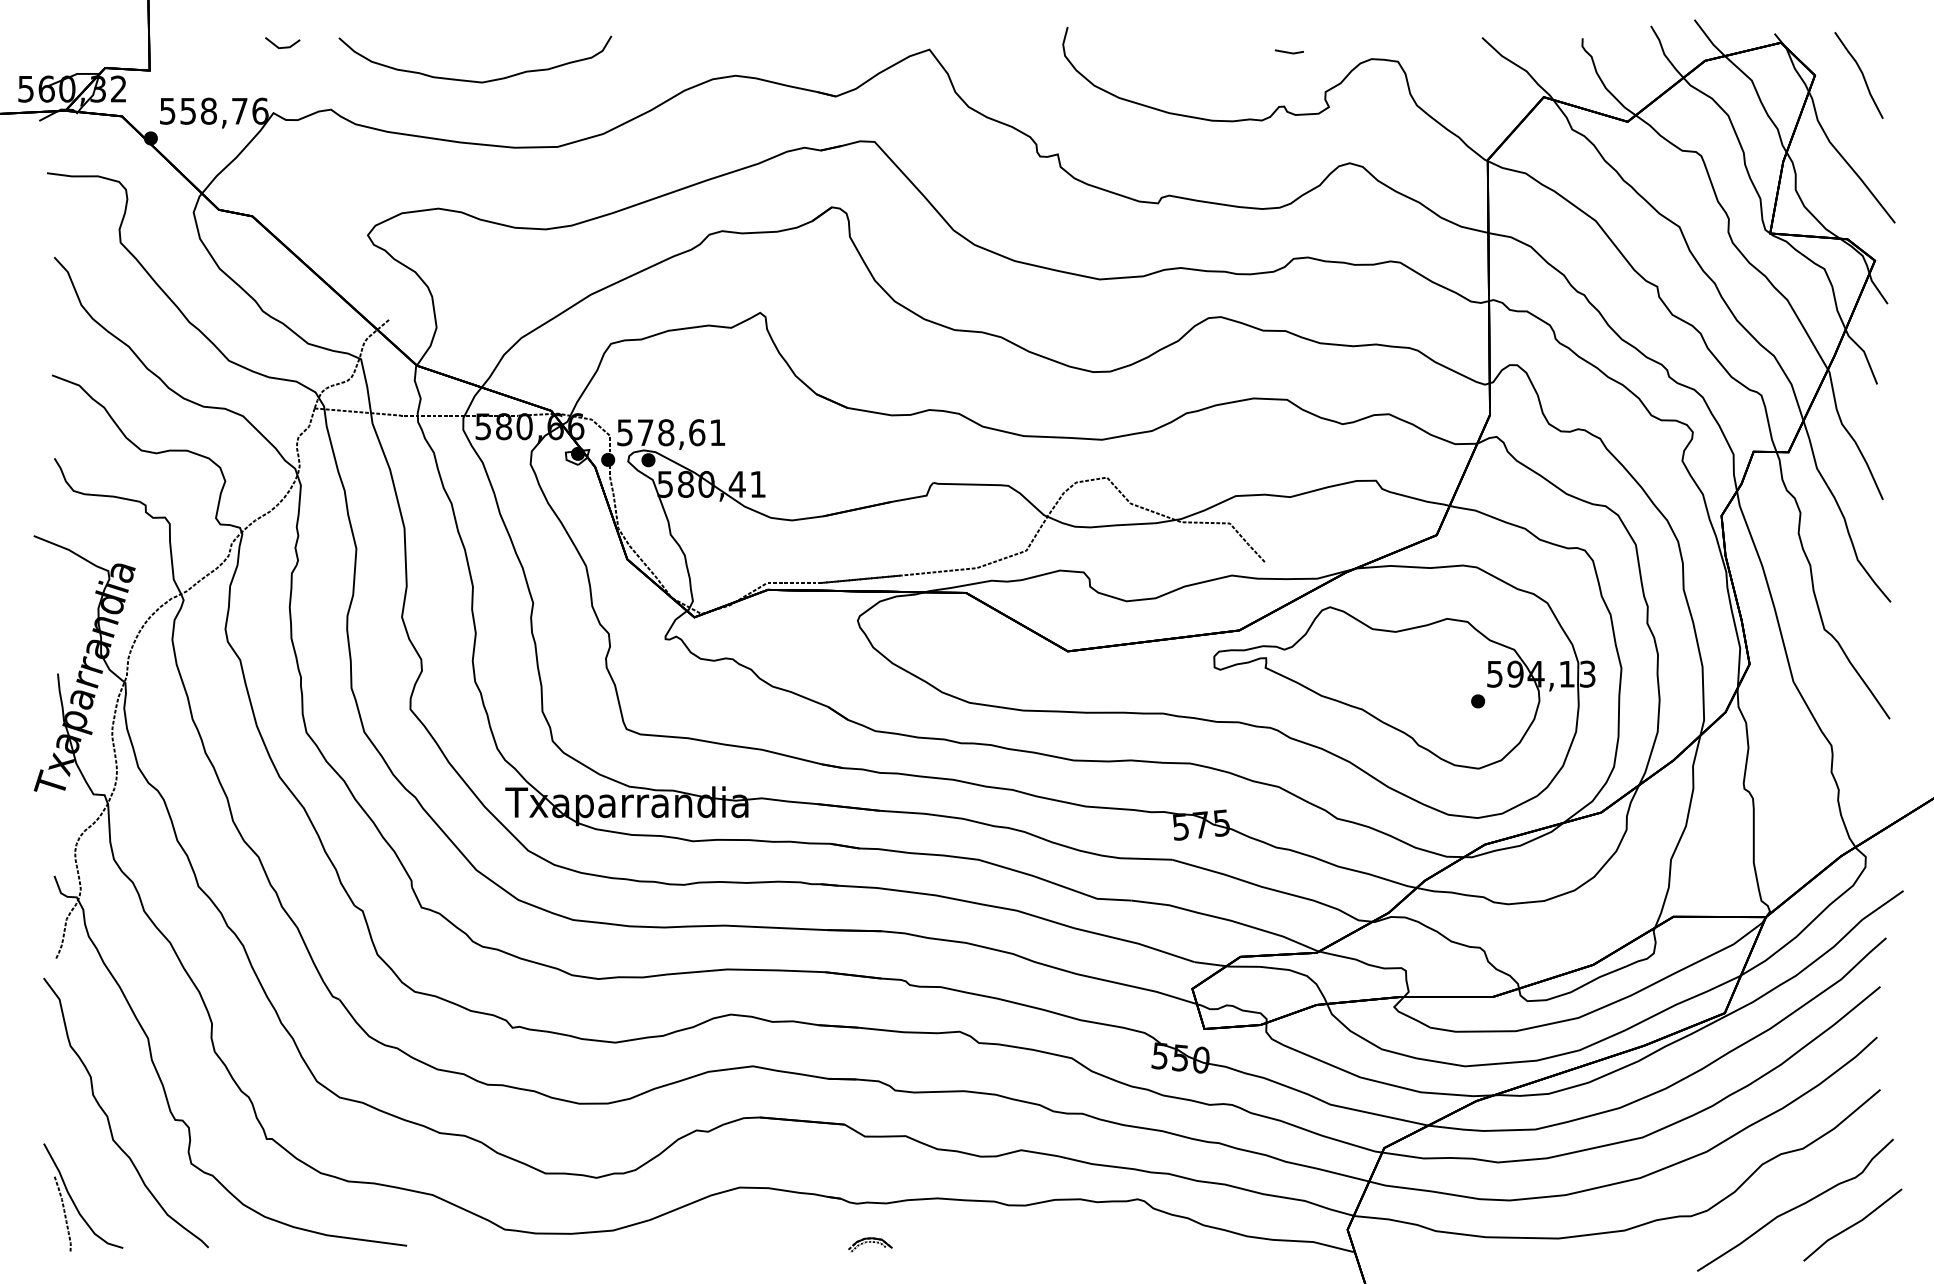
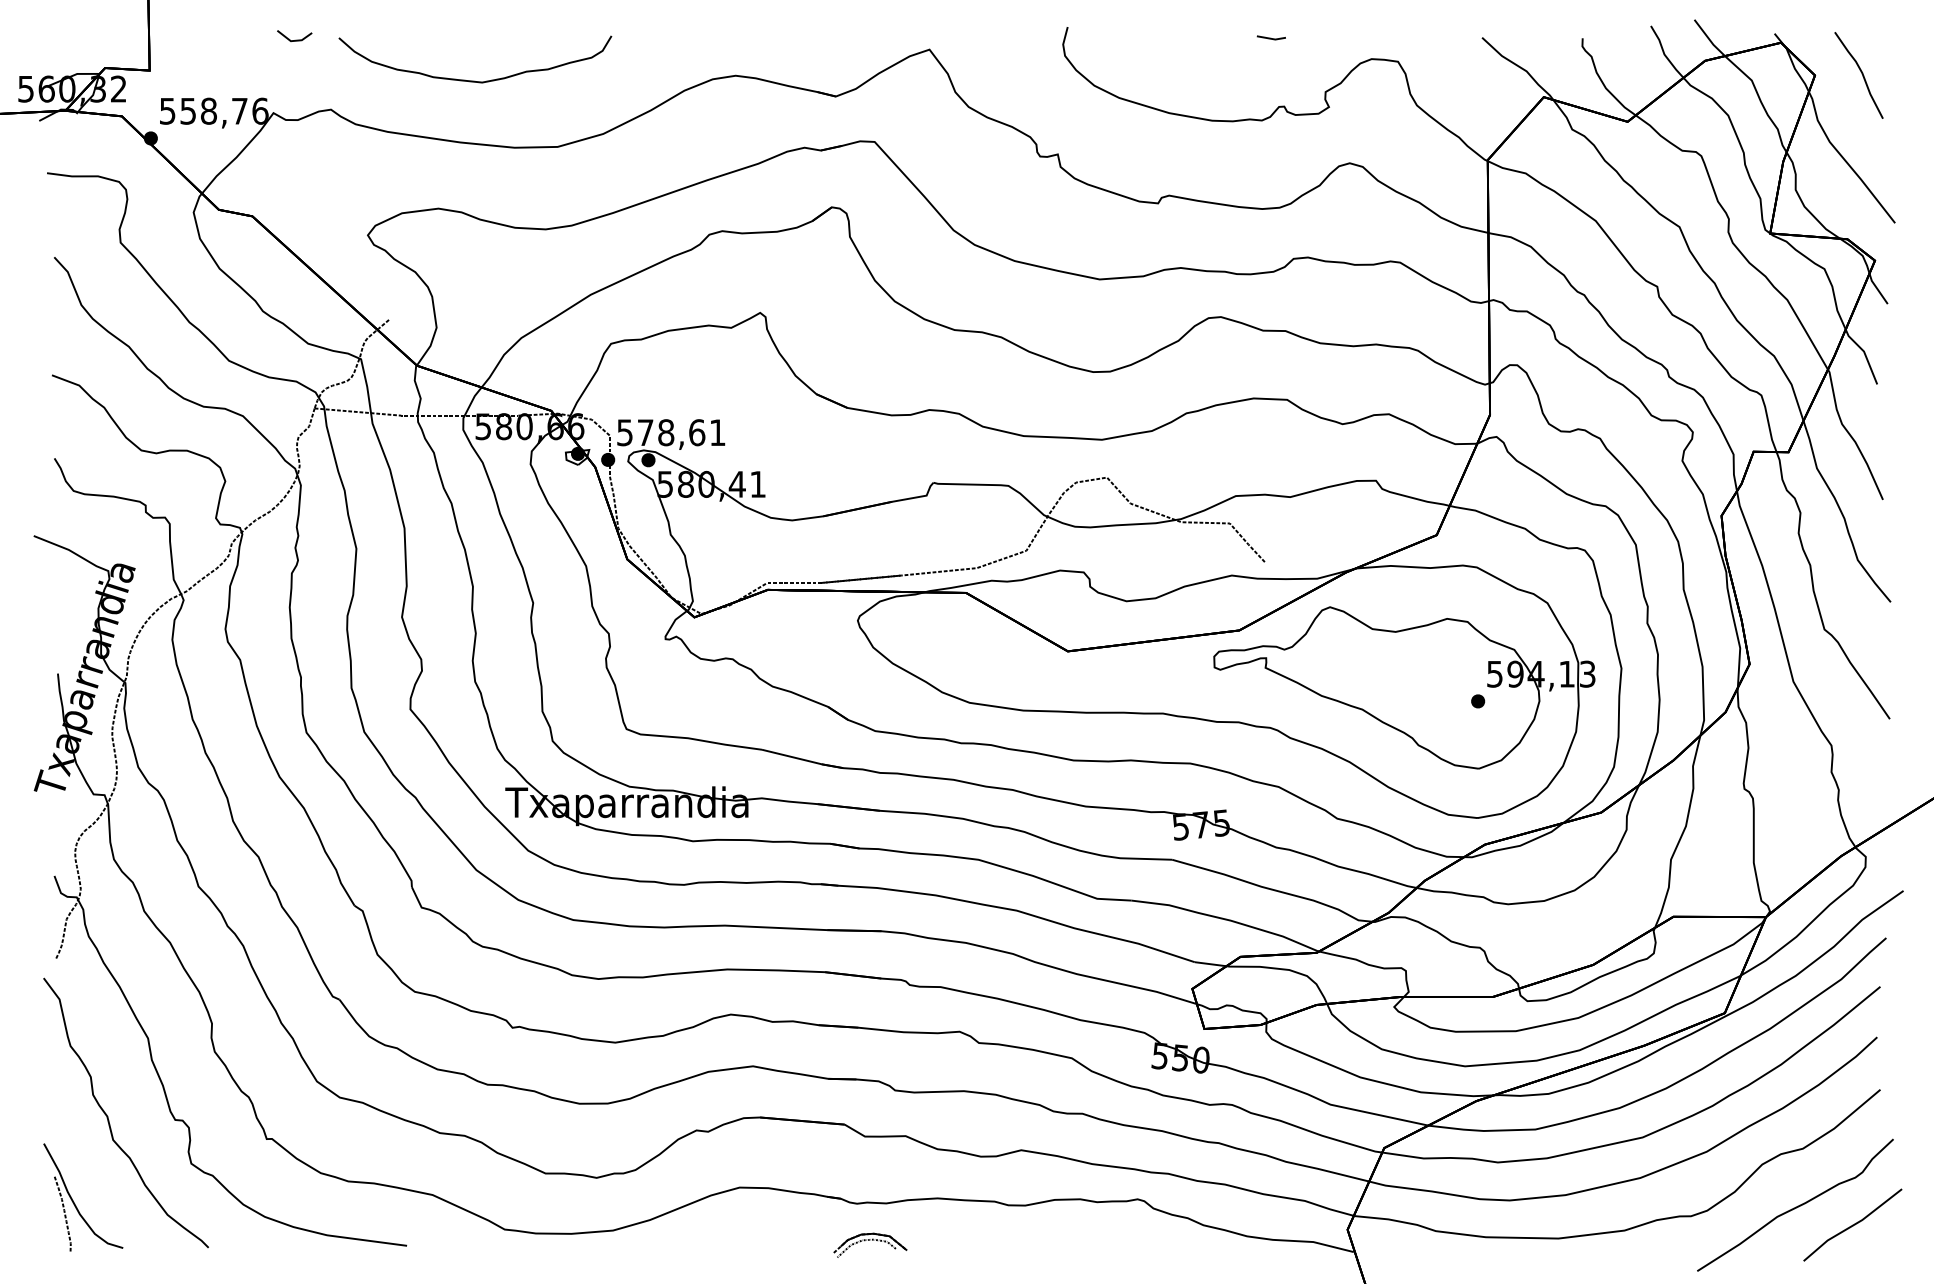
line at (283, 46) position: (283, 46) -> (295, 39)
line at (1288, 51) position: (1288, 51) -> (1270, 37)
part at (870, 1244) size: 45x16 px -> 75x26 px
